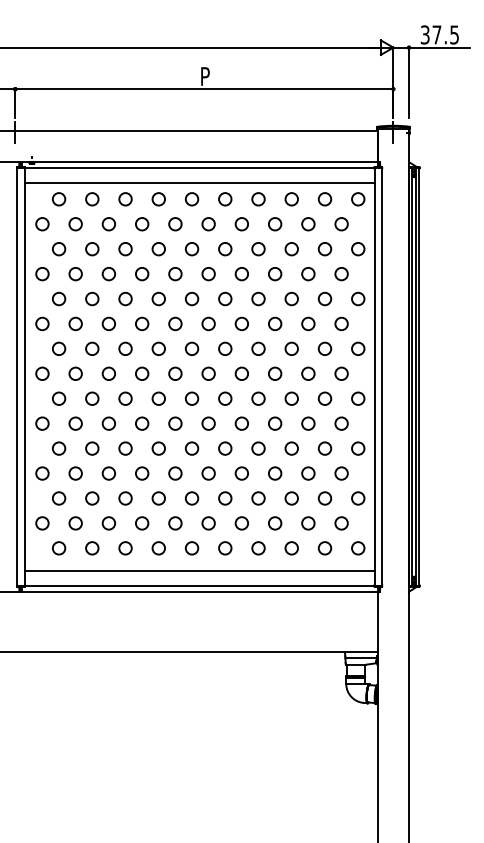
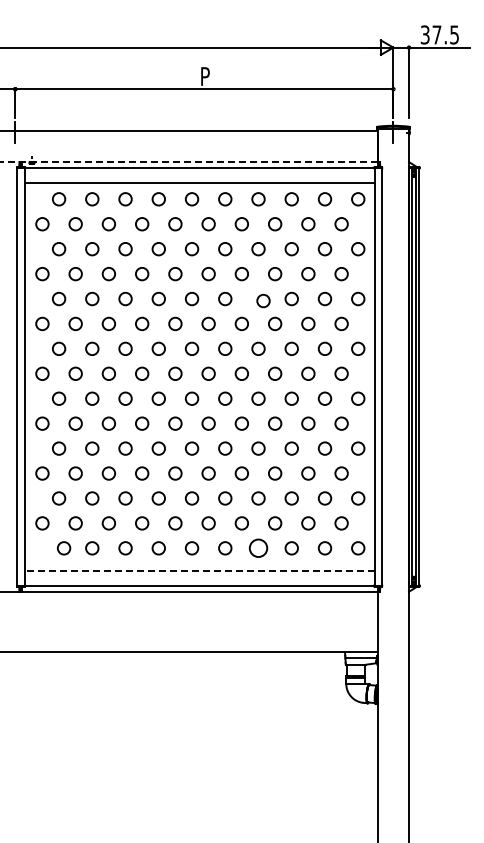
line at (189, 161): solid -> dashed
circle at (258, 298) position: (258, 298) -> (263, 300)
circle at (59, 548) position: (59, 548) -> (64, 548)
circle at (258, 548) size: 15x15 px -> 21x20 px
line at (199, 570): solid -> dashed
